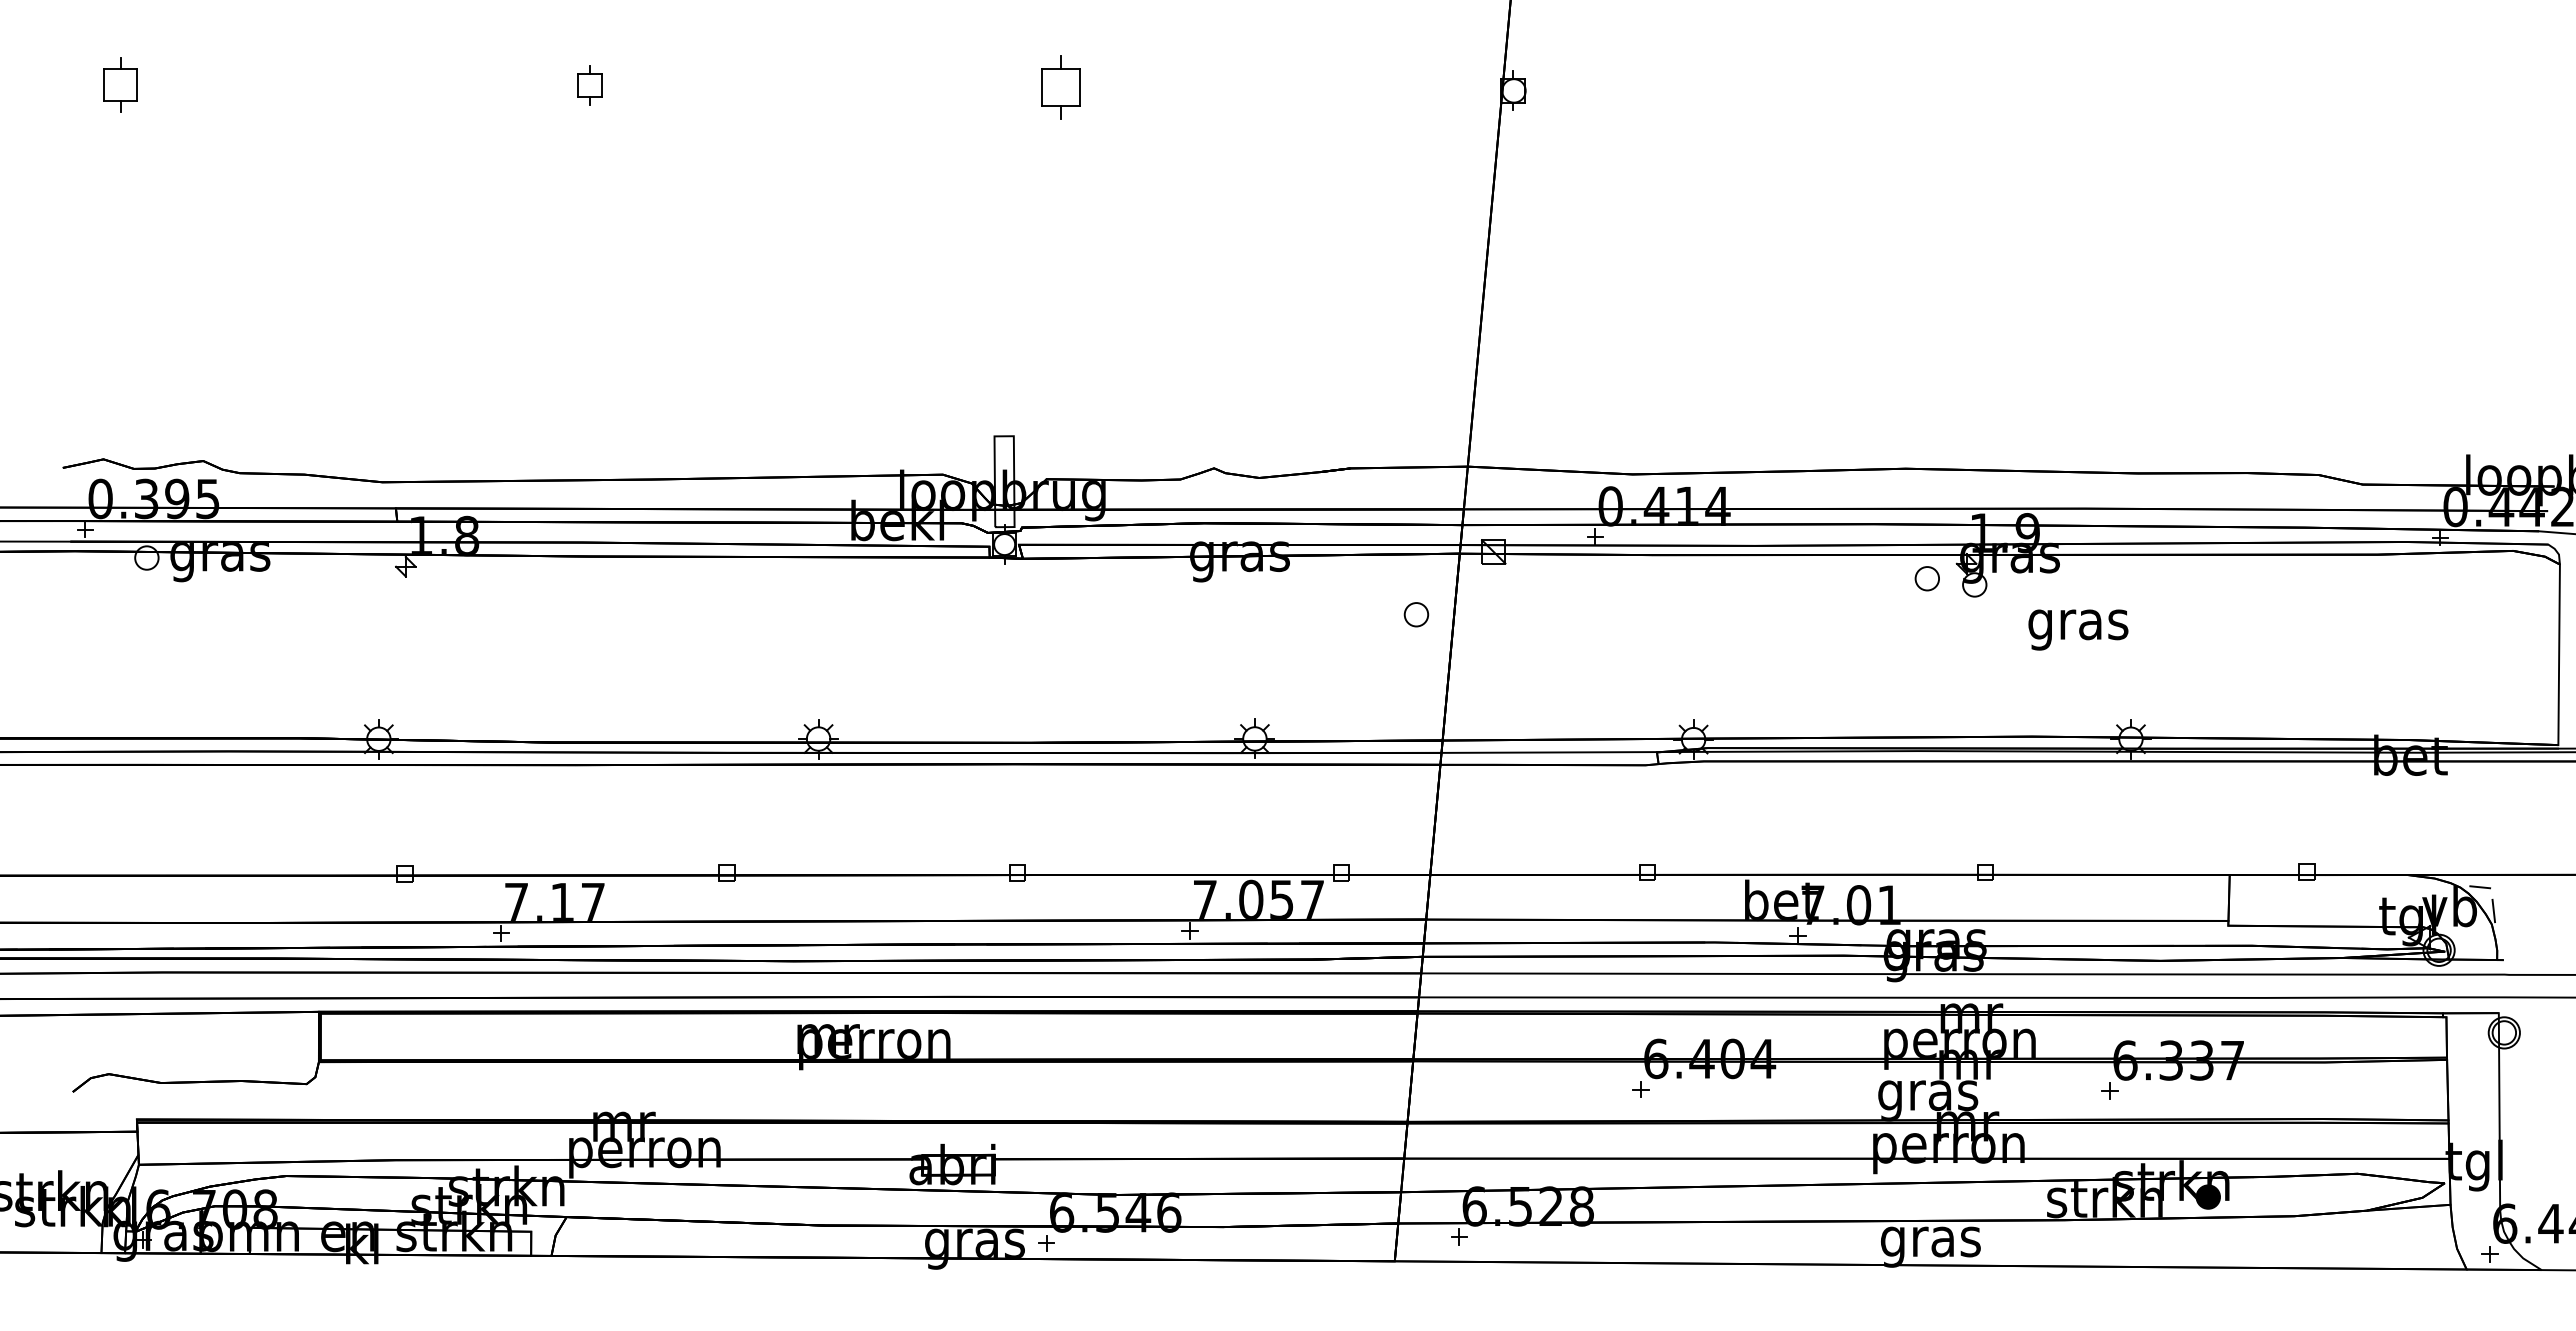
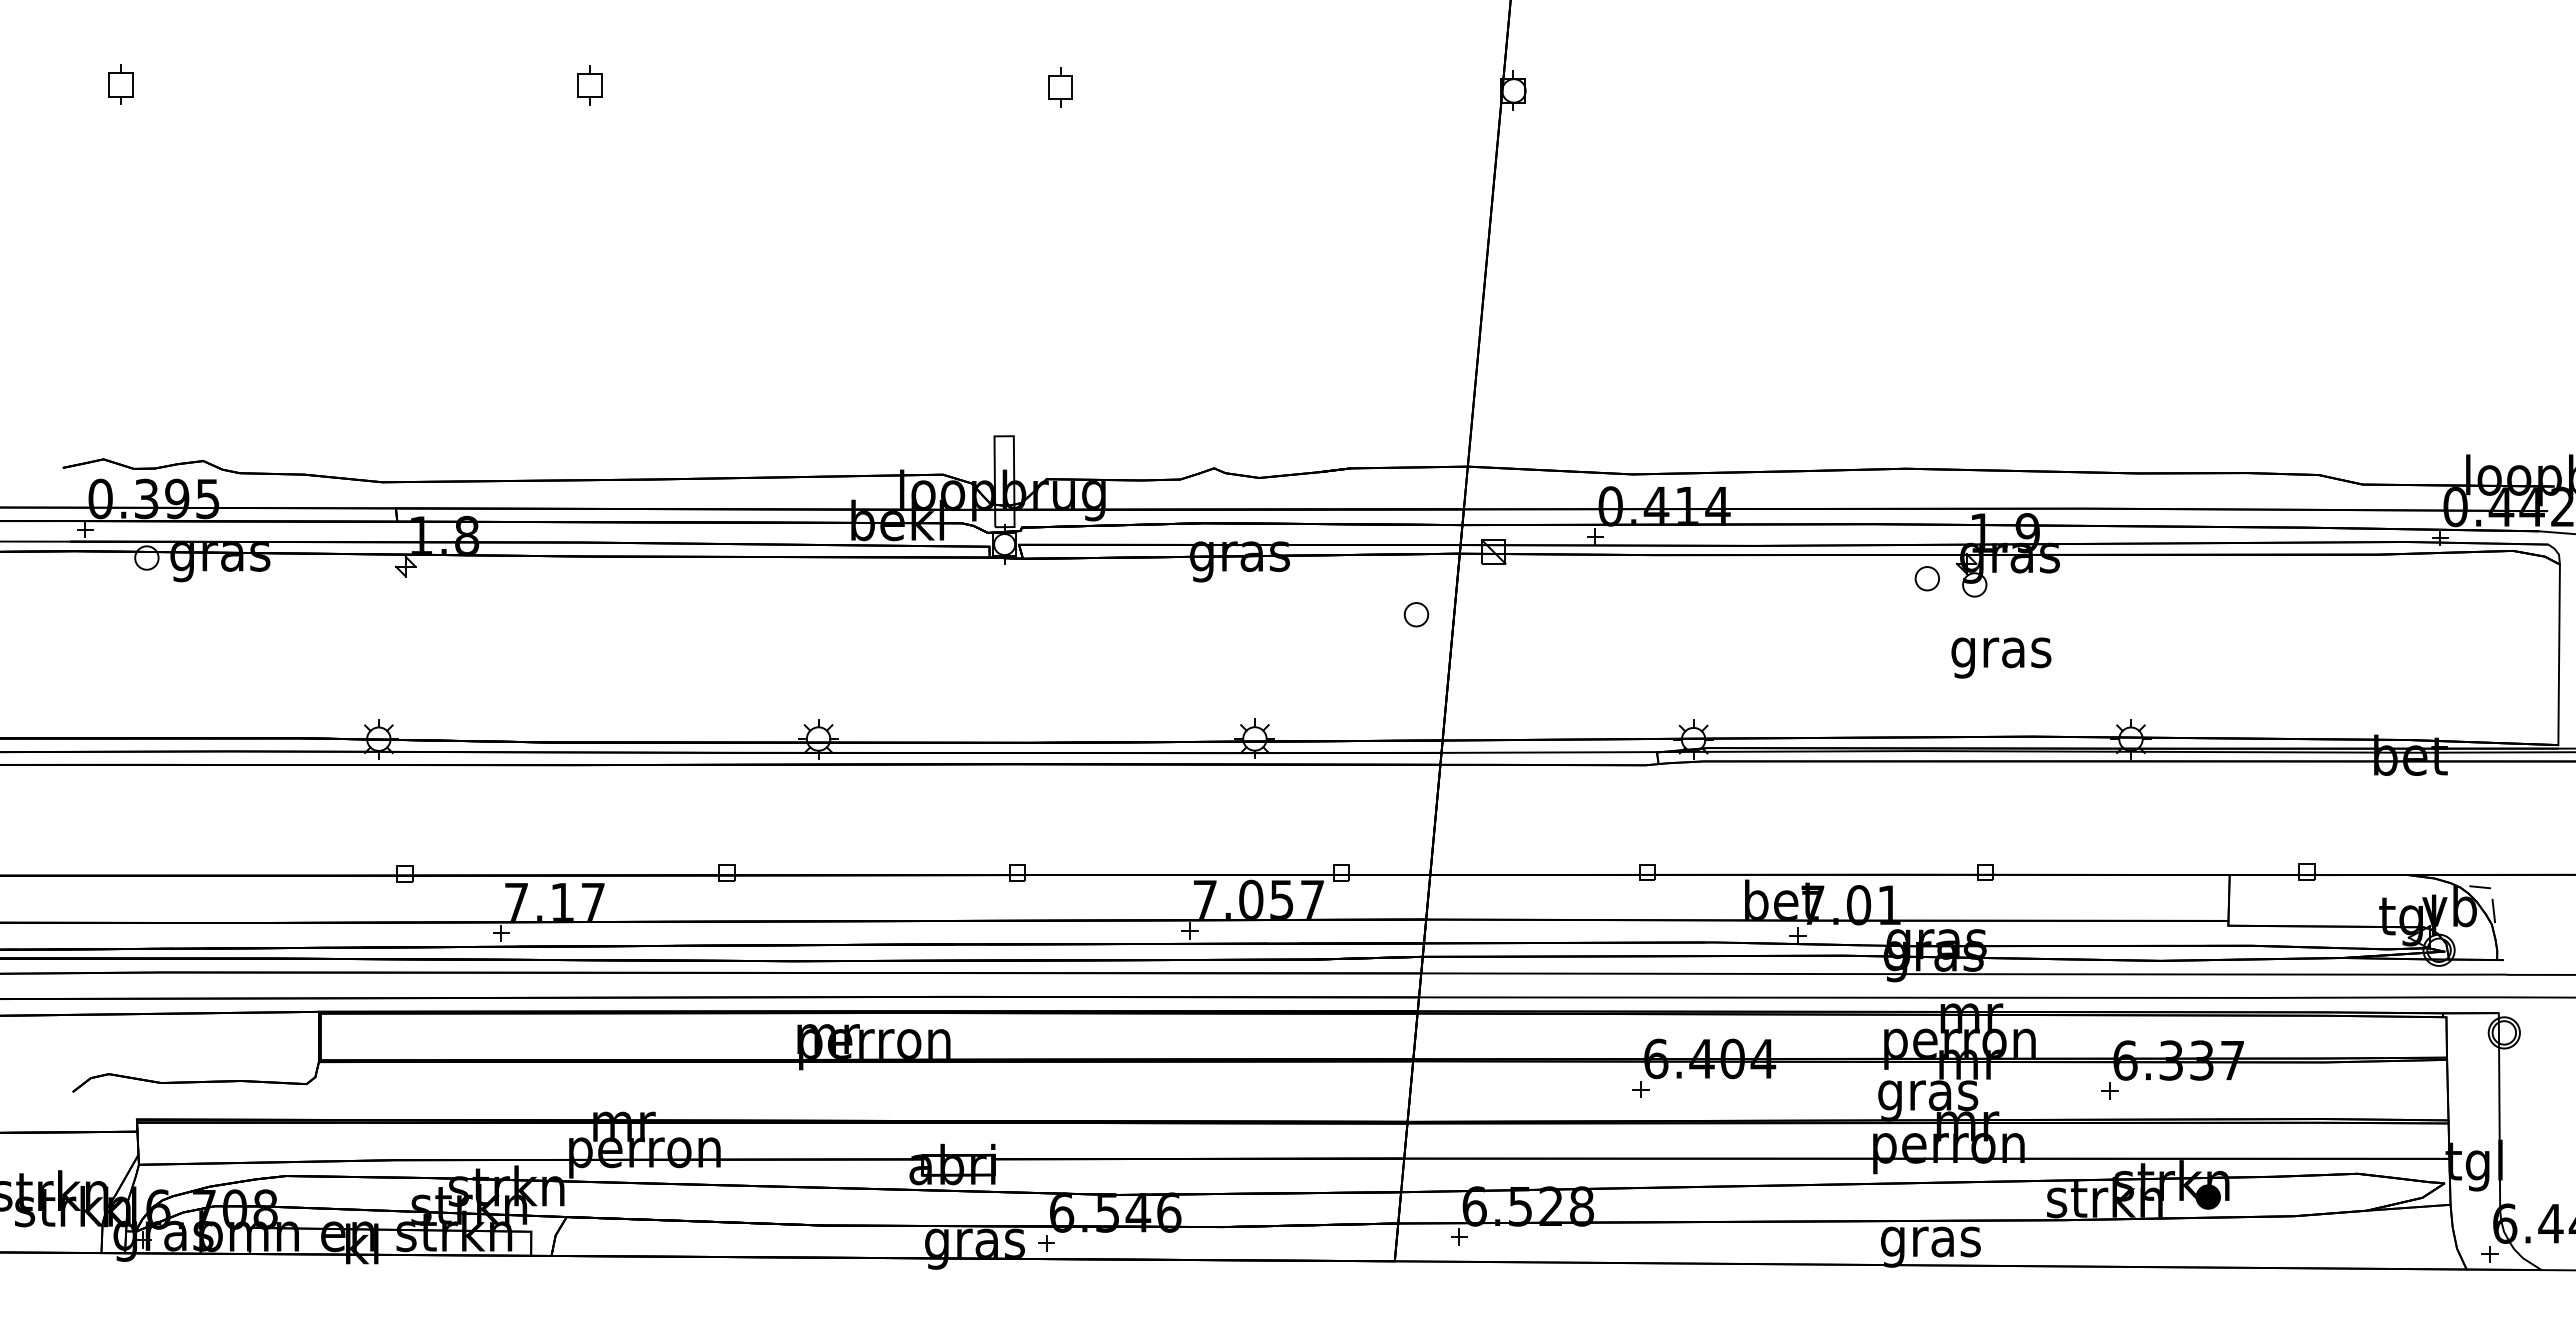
part at (120, 84) size: 35x56 px -> 26x41 px
part at (1060, 87) size: 40x65 px -> 25x41 px
text at (2078, 629) position: (2078, 629) -> (2001, 657)
